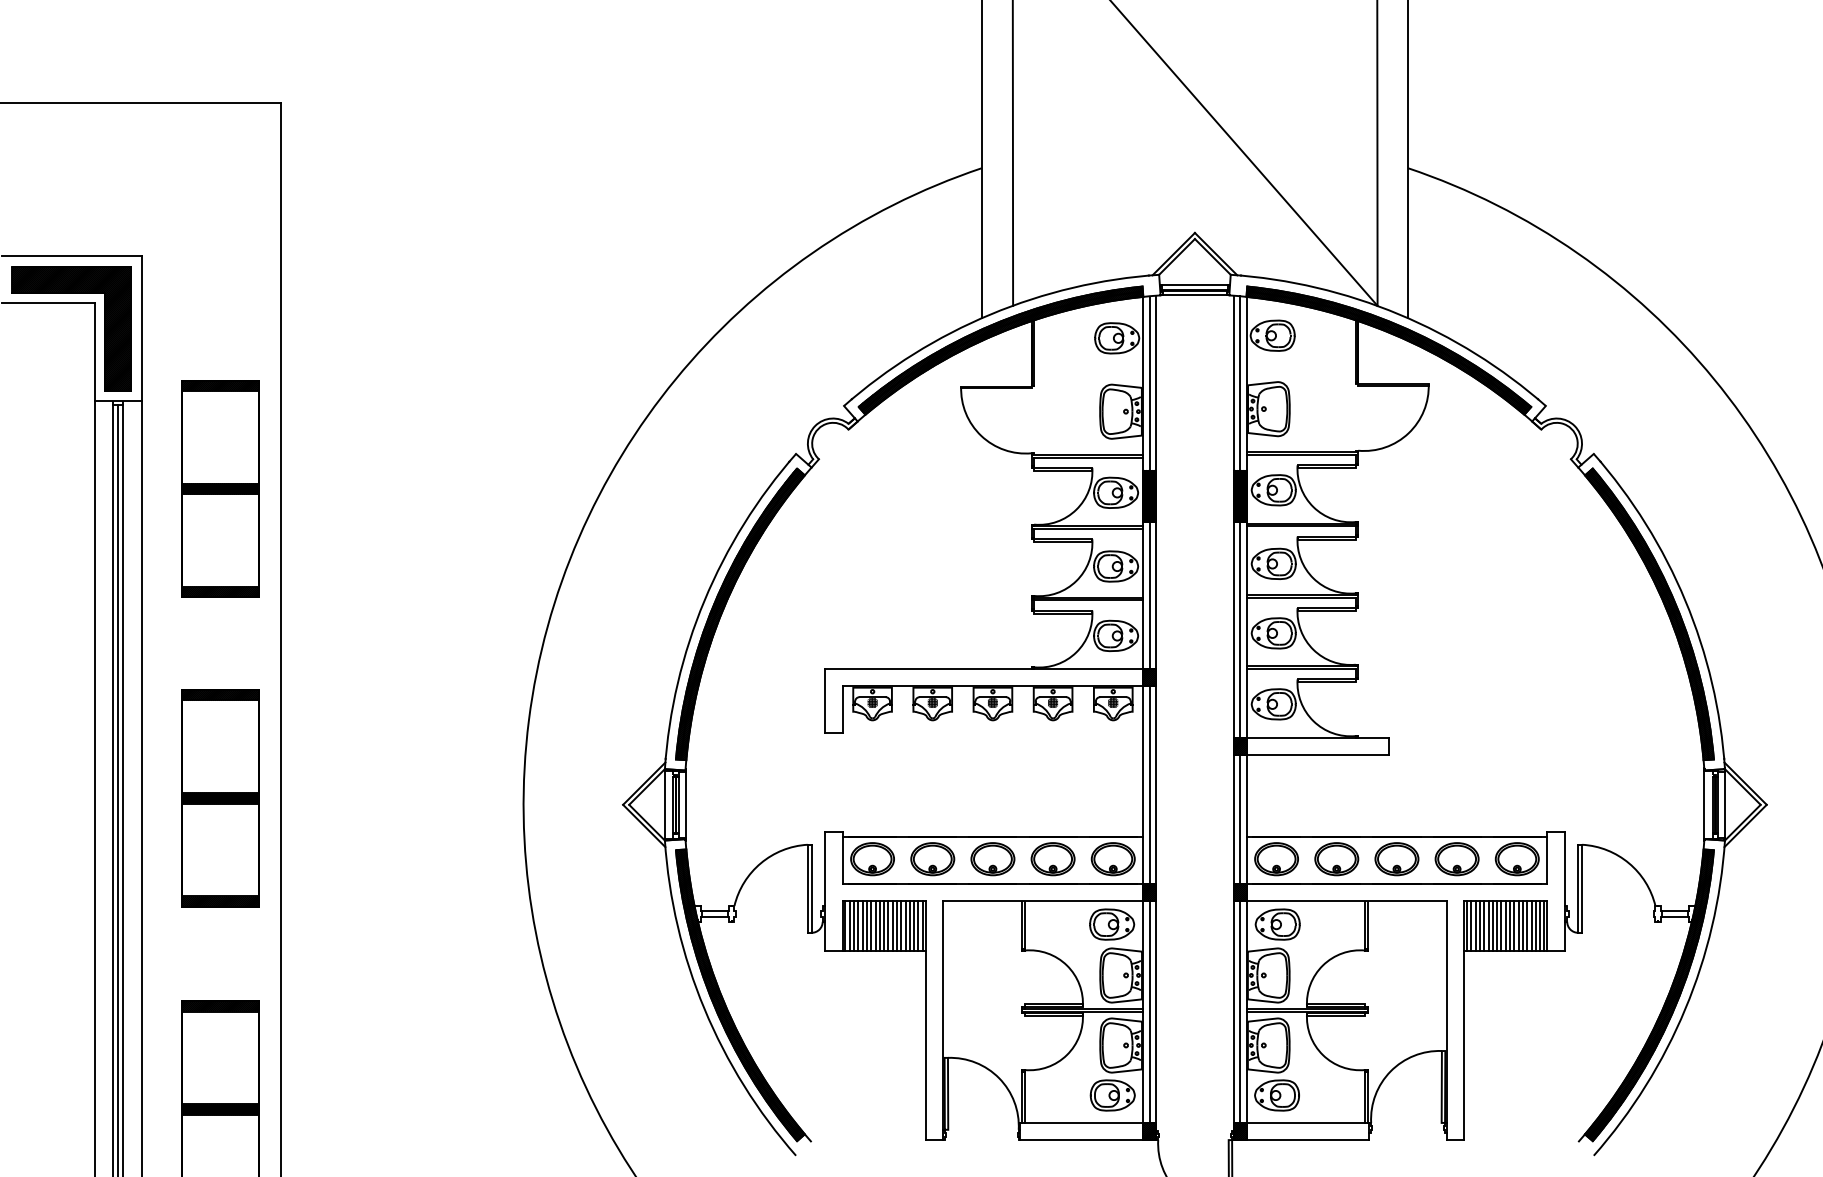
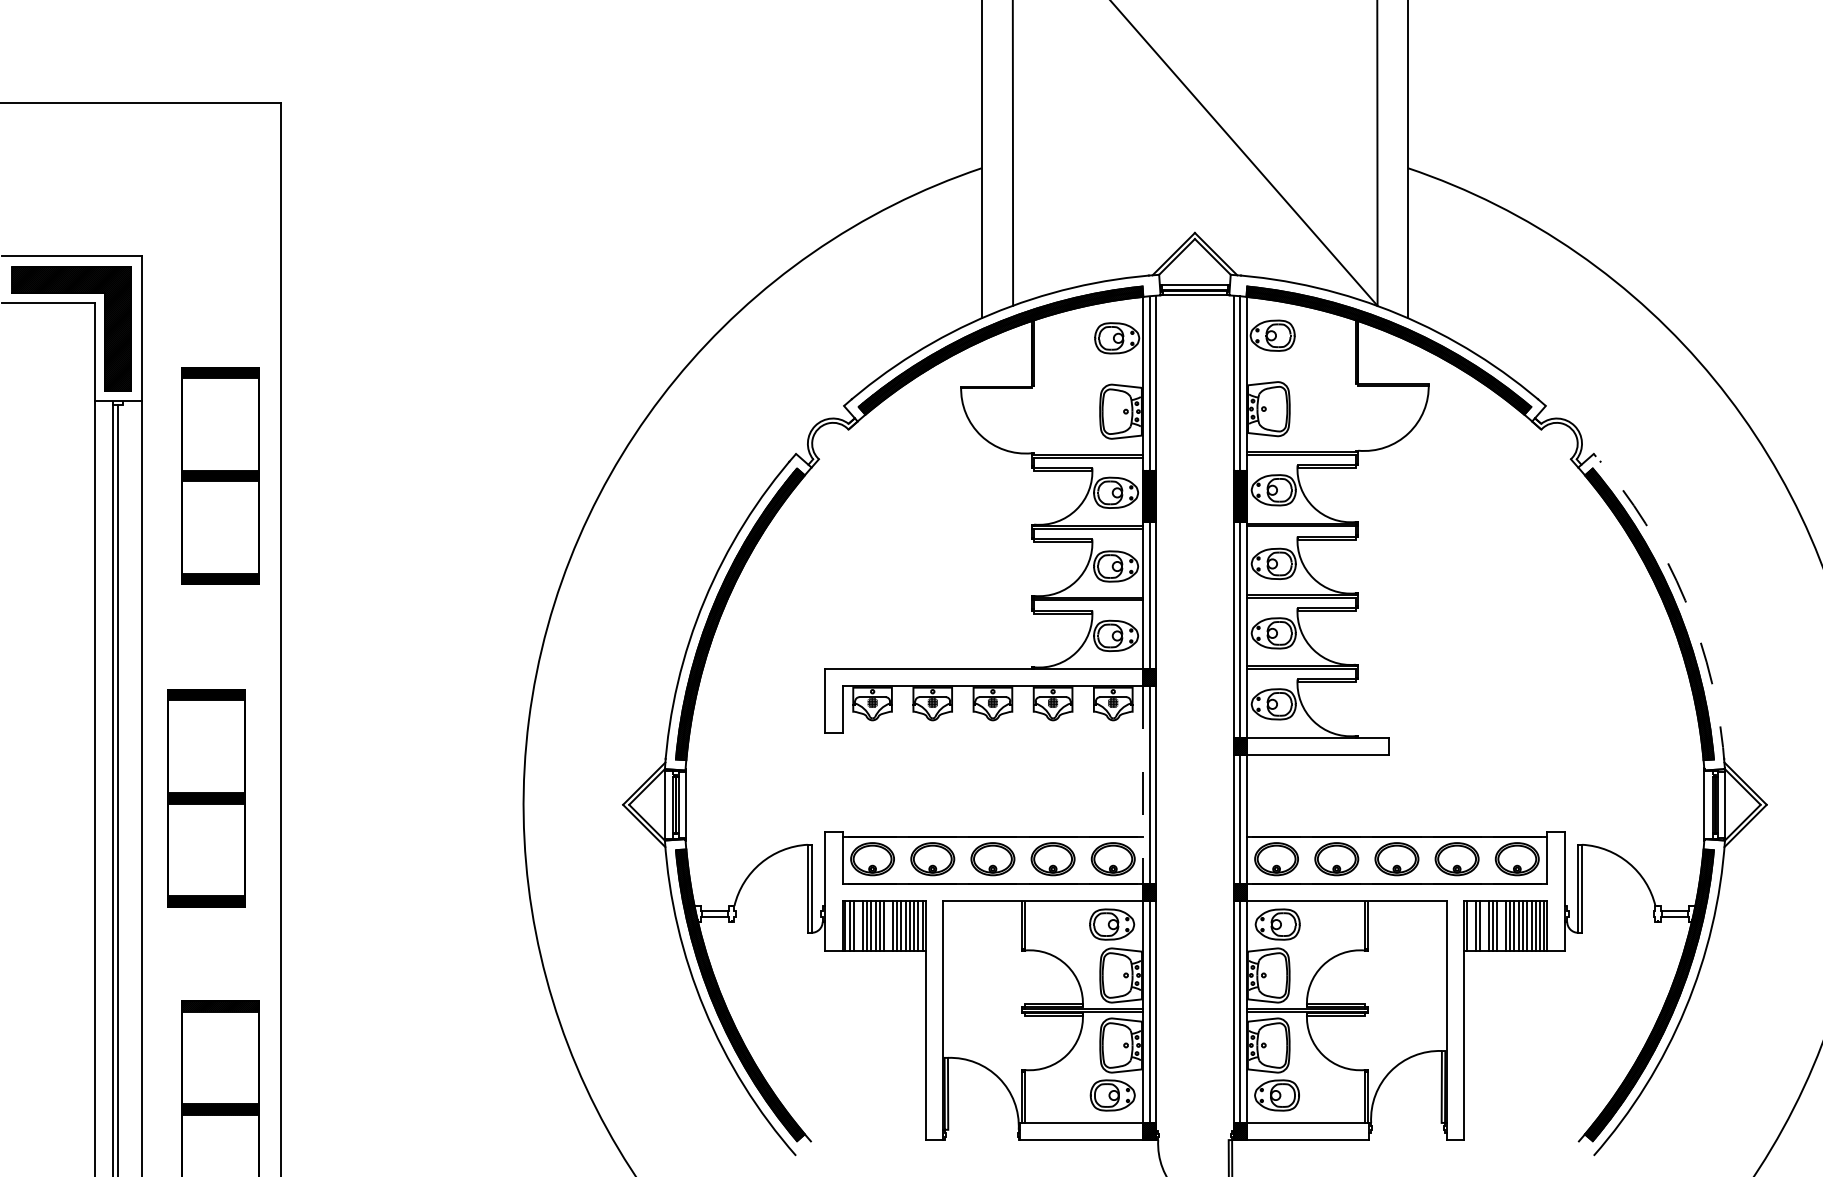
part at (220, 488) position: (220, 488) -> (220, 475)
arc at (1685, 600): solid -> dashed
line at (123, 788): present -> none
line at (1143, 793): solid -> dashed
part at (220, 798) position: (220, 798) -> (206, 798)
line at (858, 926): present -> none
line at (888, 926): present -> none
line at (1471, 926): present -> none
line at (1484, 926): present -> none
line at (1501, 926): present -> none
